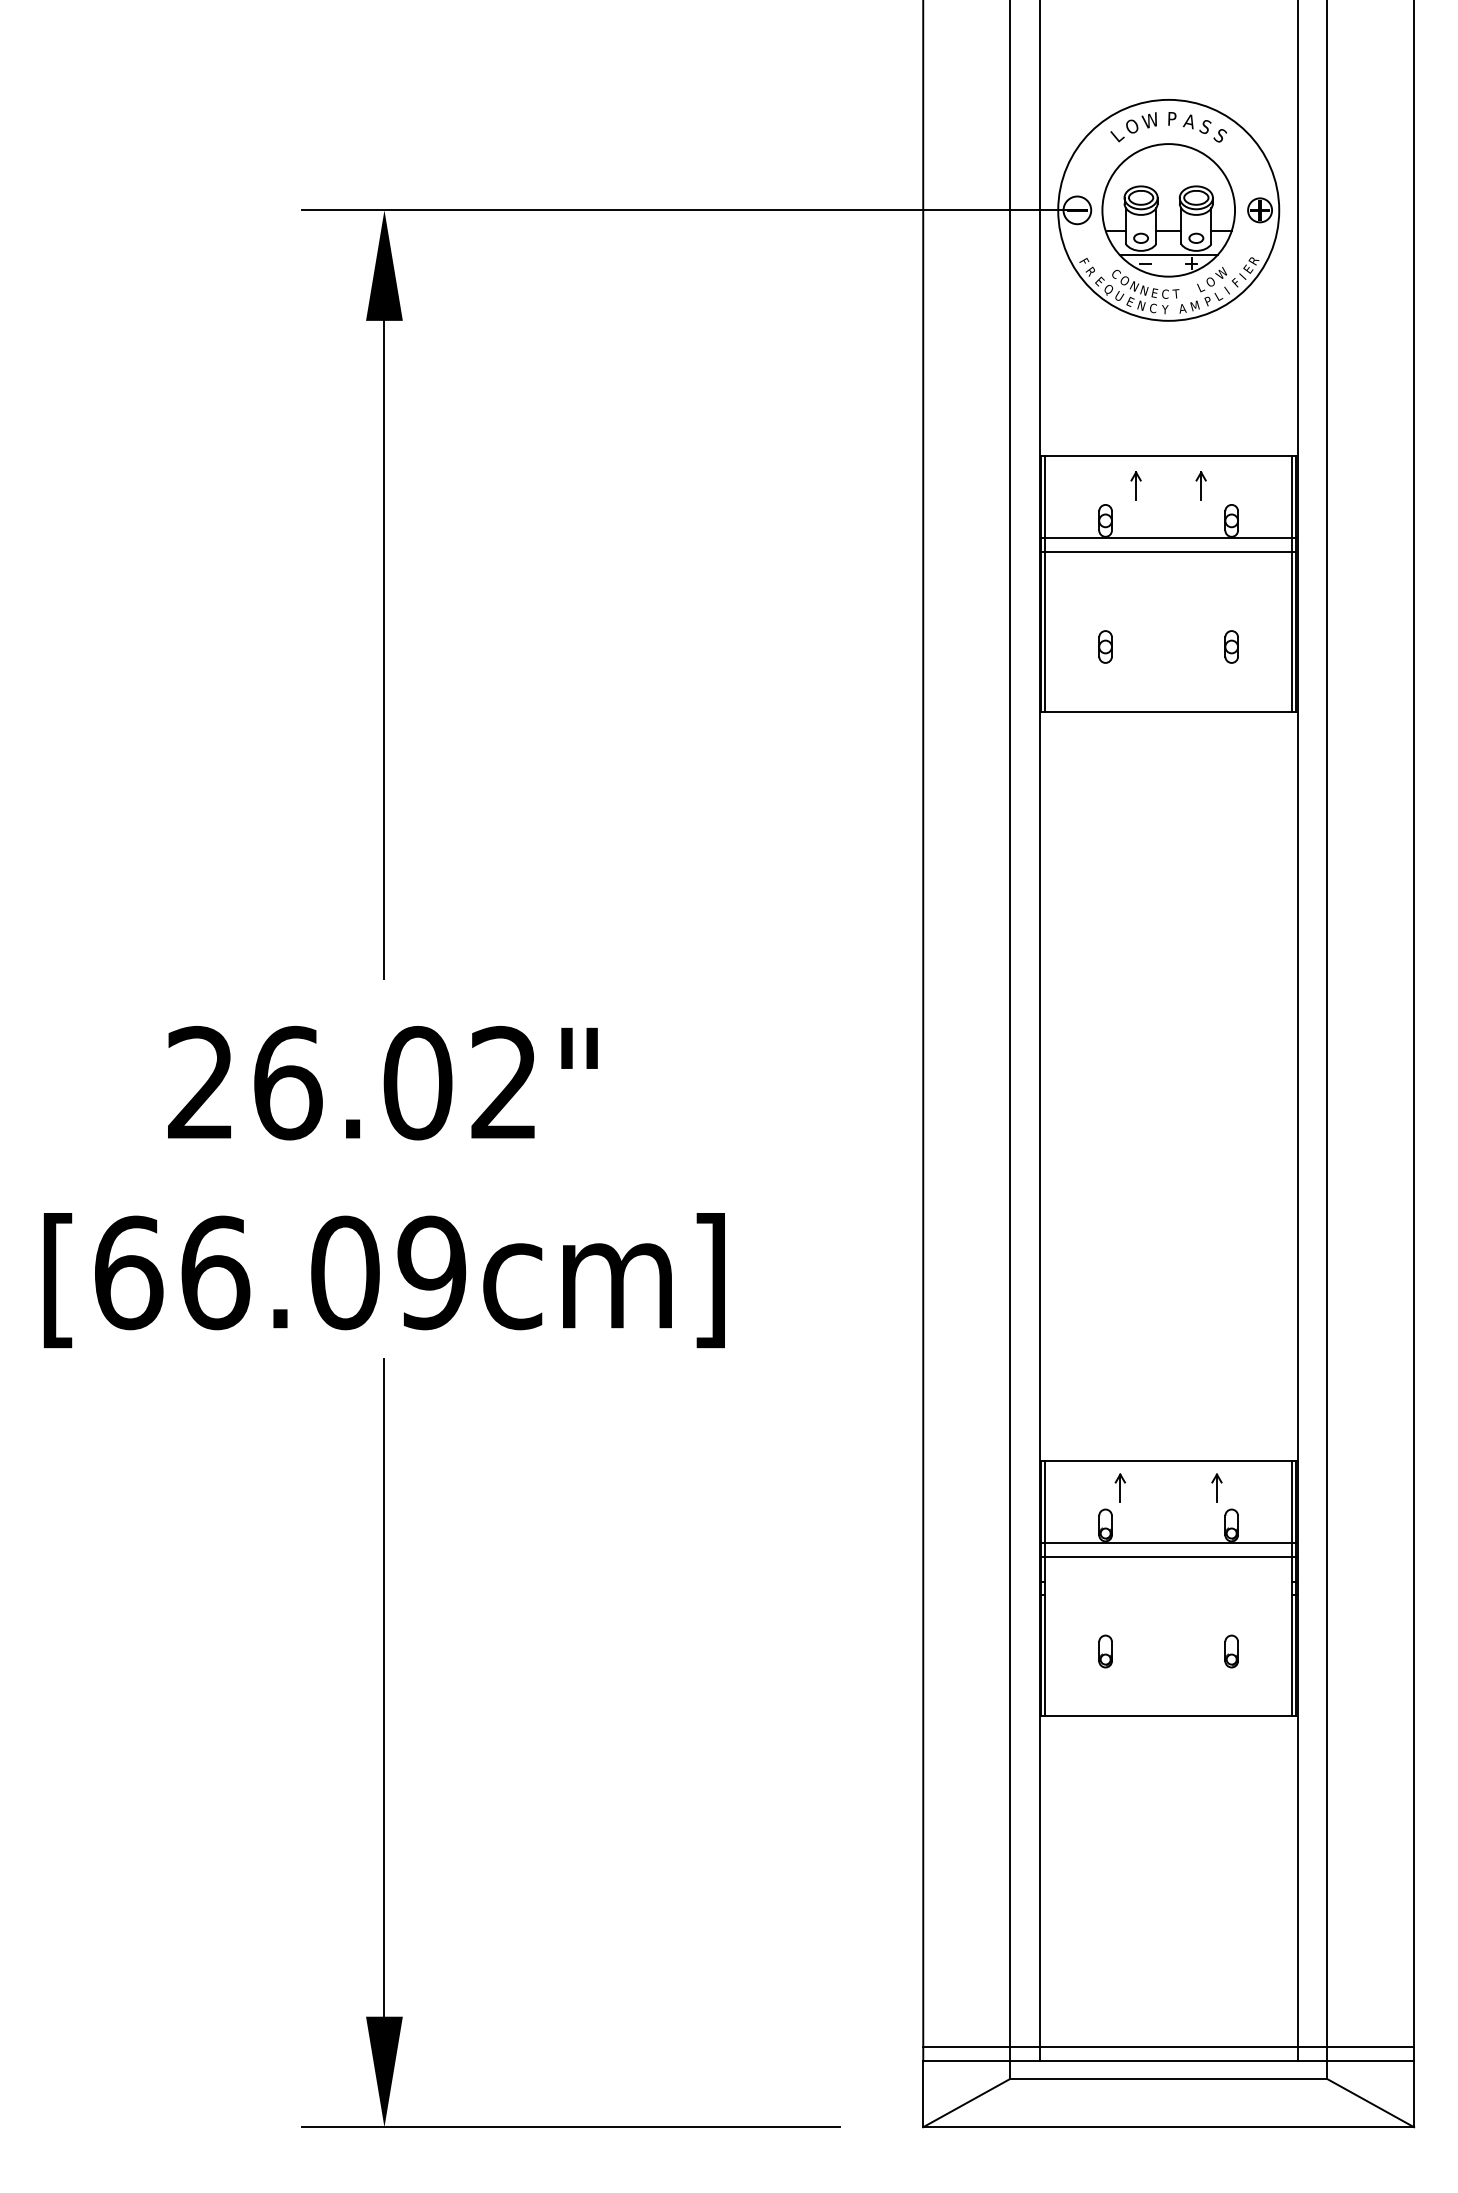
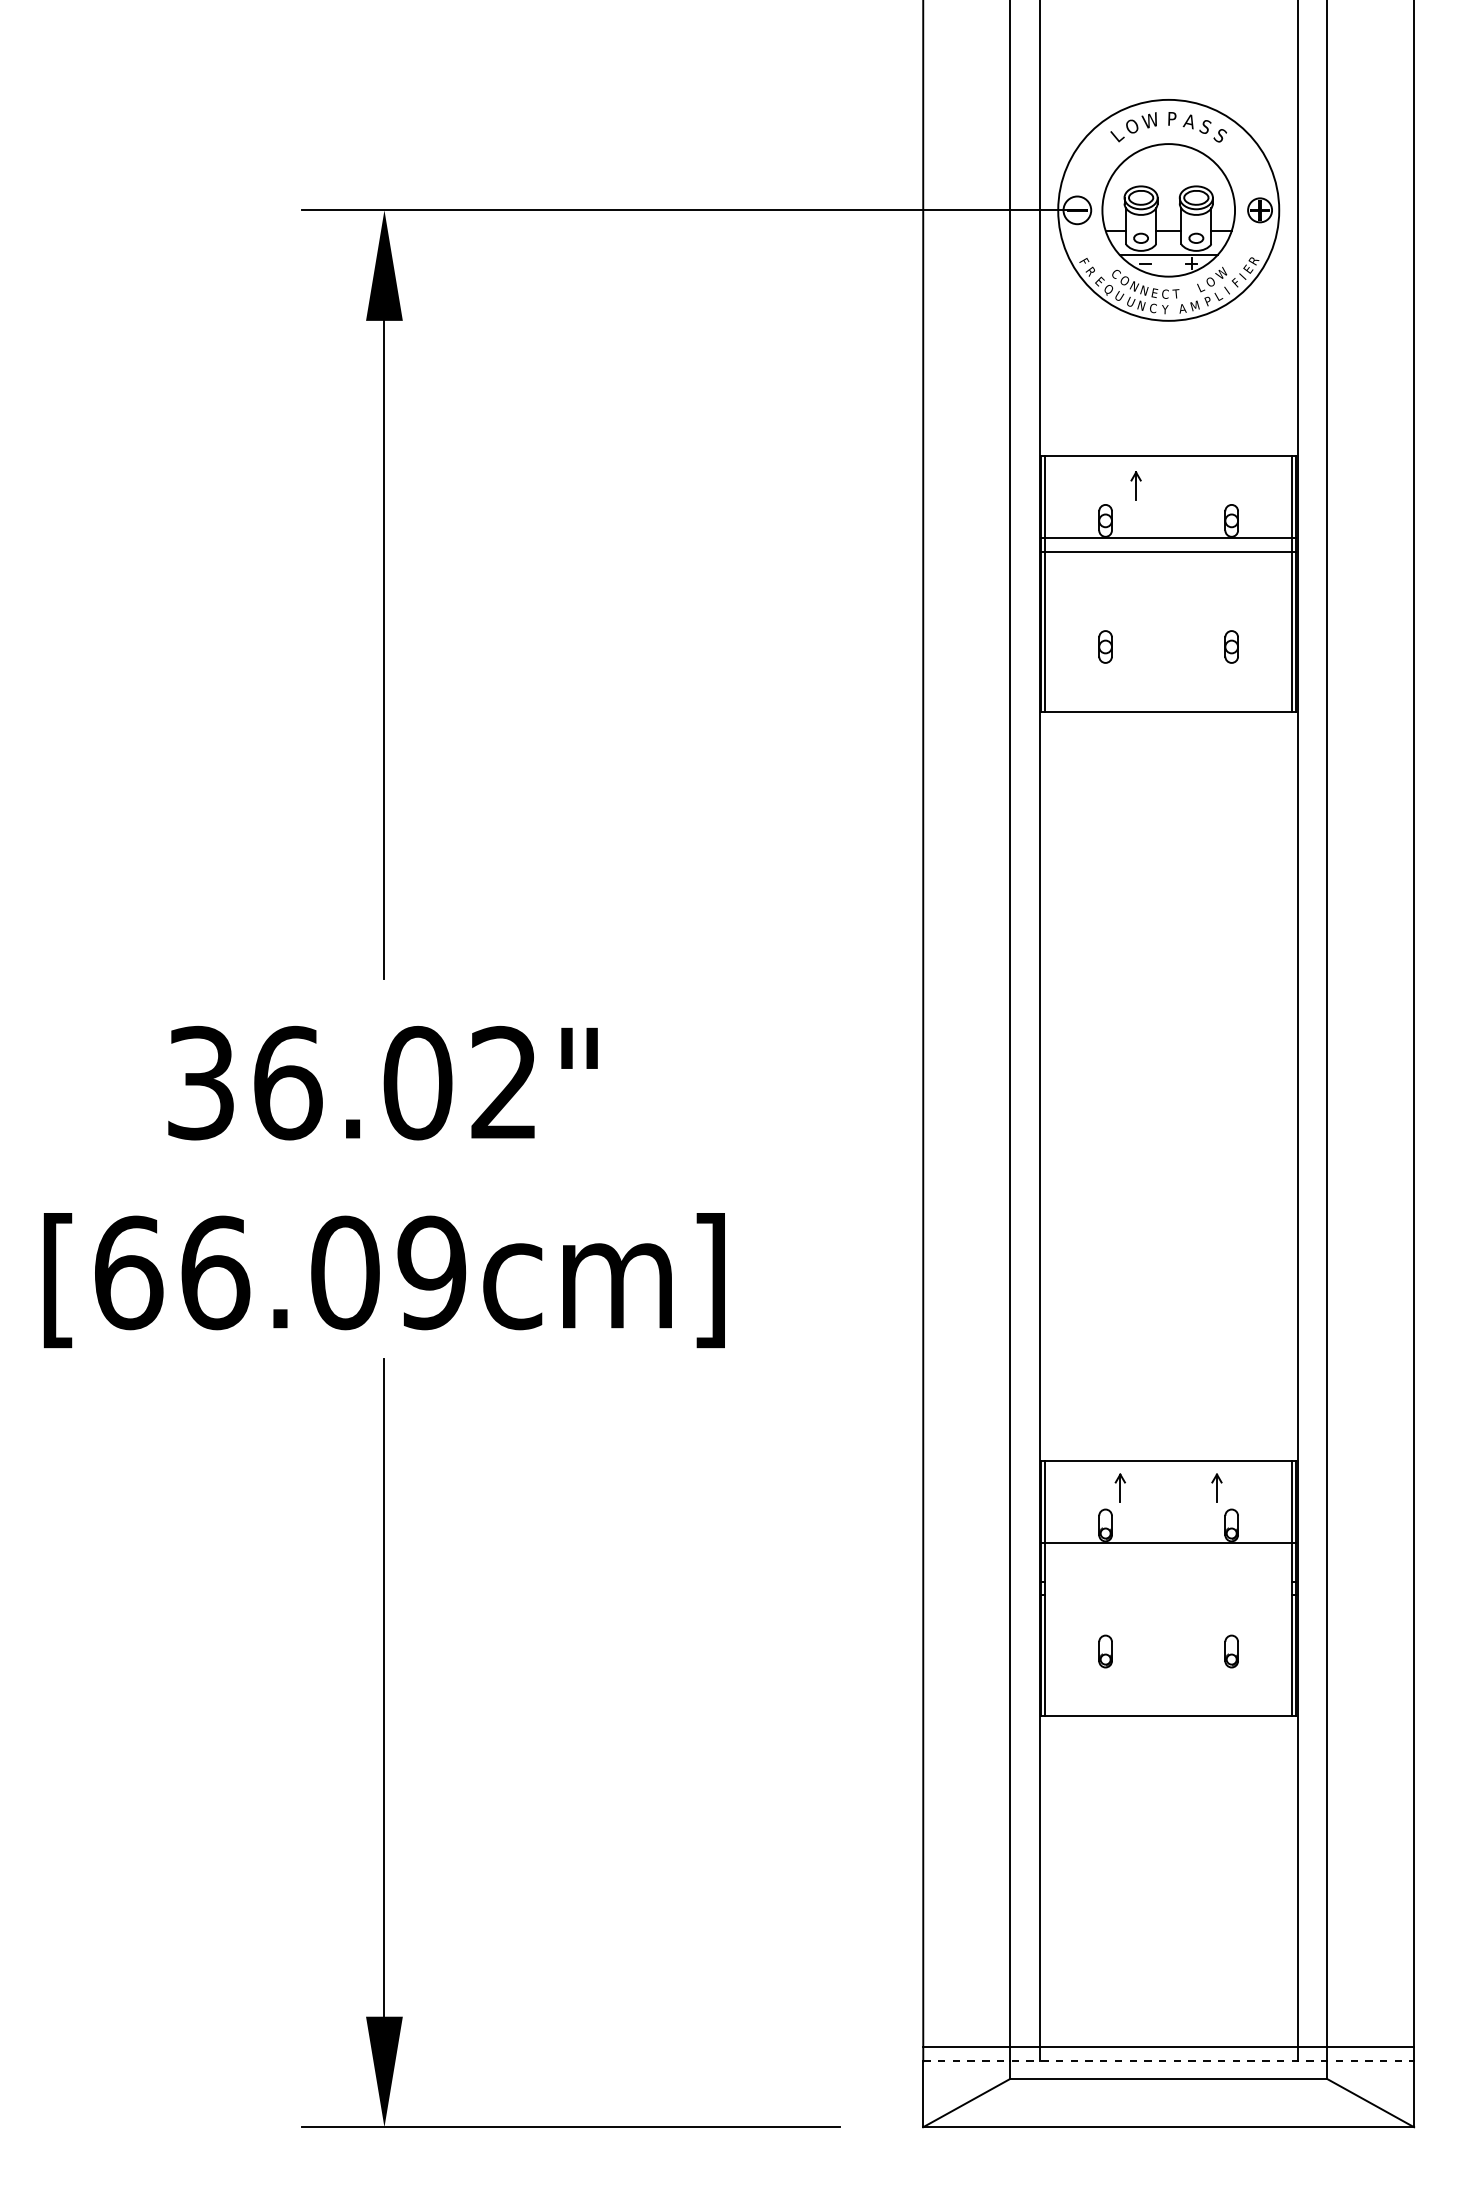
text at (1130, 301): E -> U
part at (1200, 485): present -> none
text at (200, 1083): 26.02" -> 36.02"
line at (1168, 1556): present -> none
line at (1169, 2061): solid -> dashed
